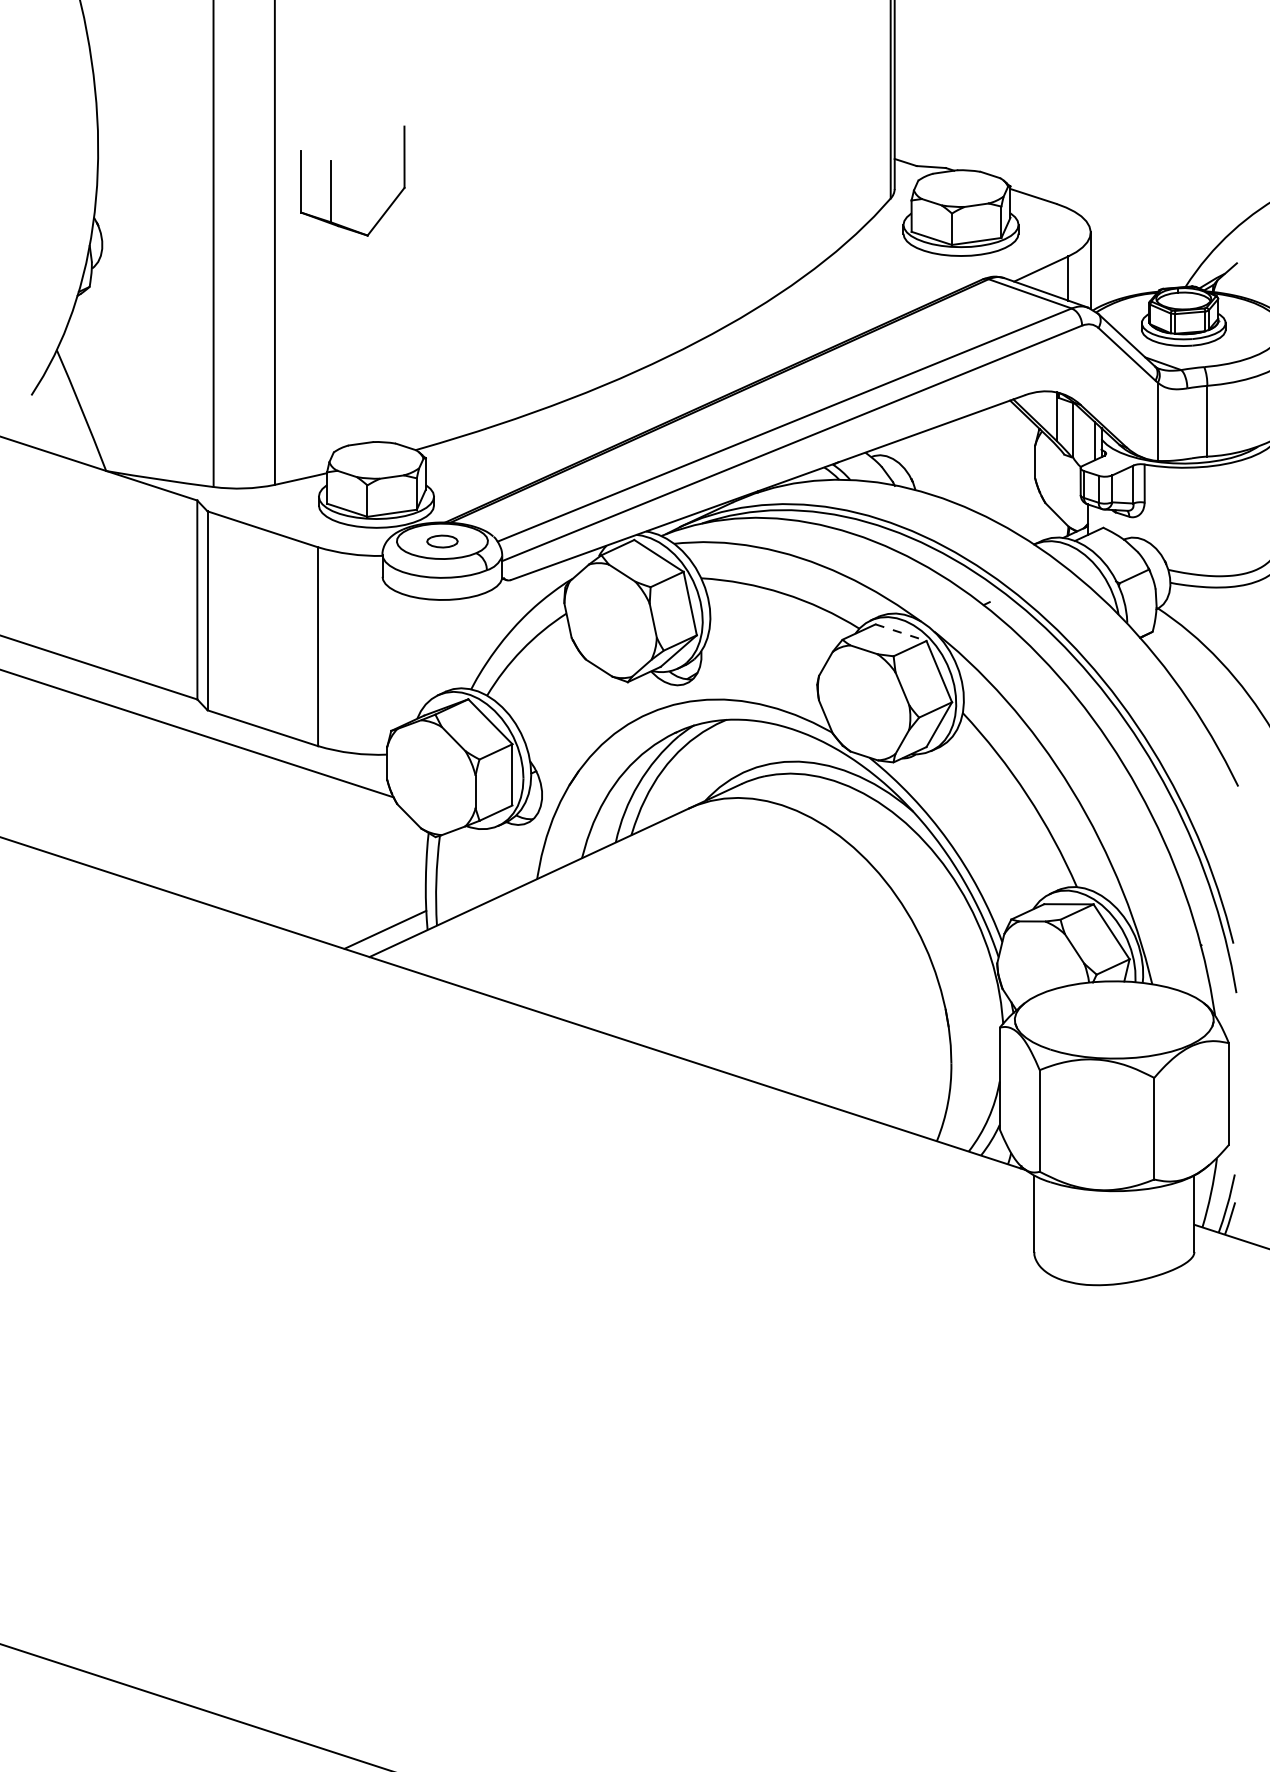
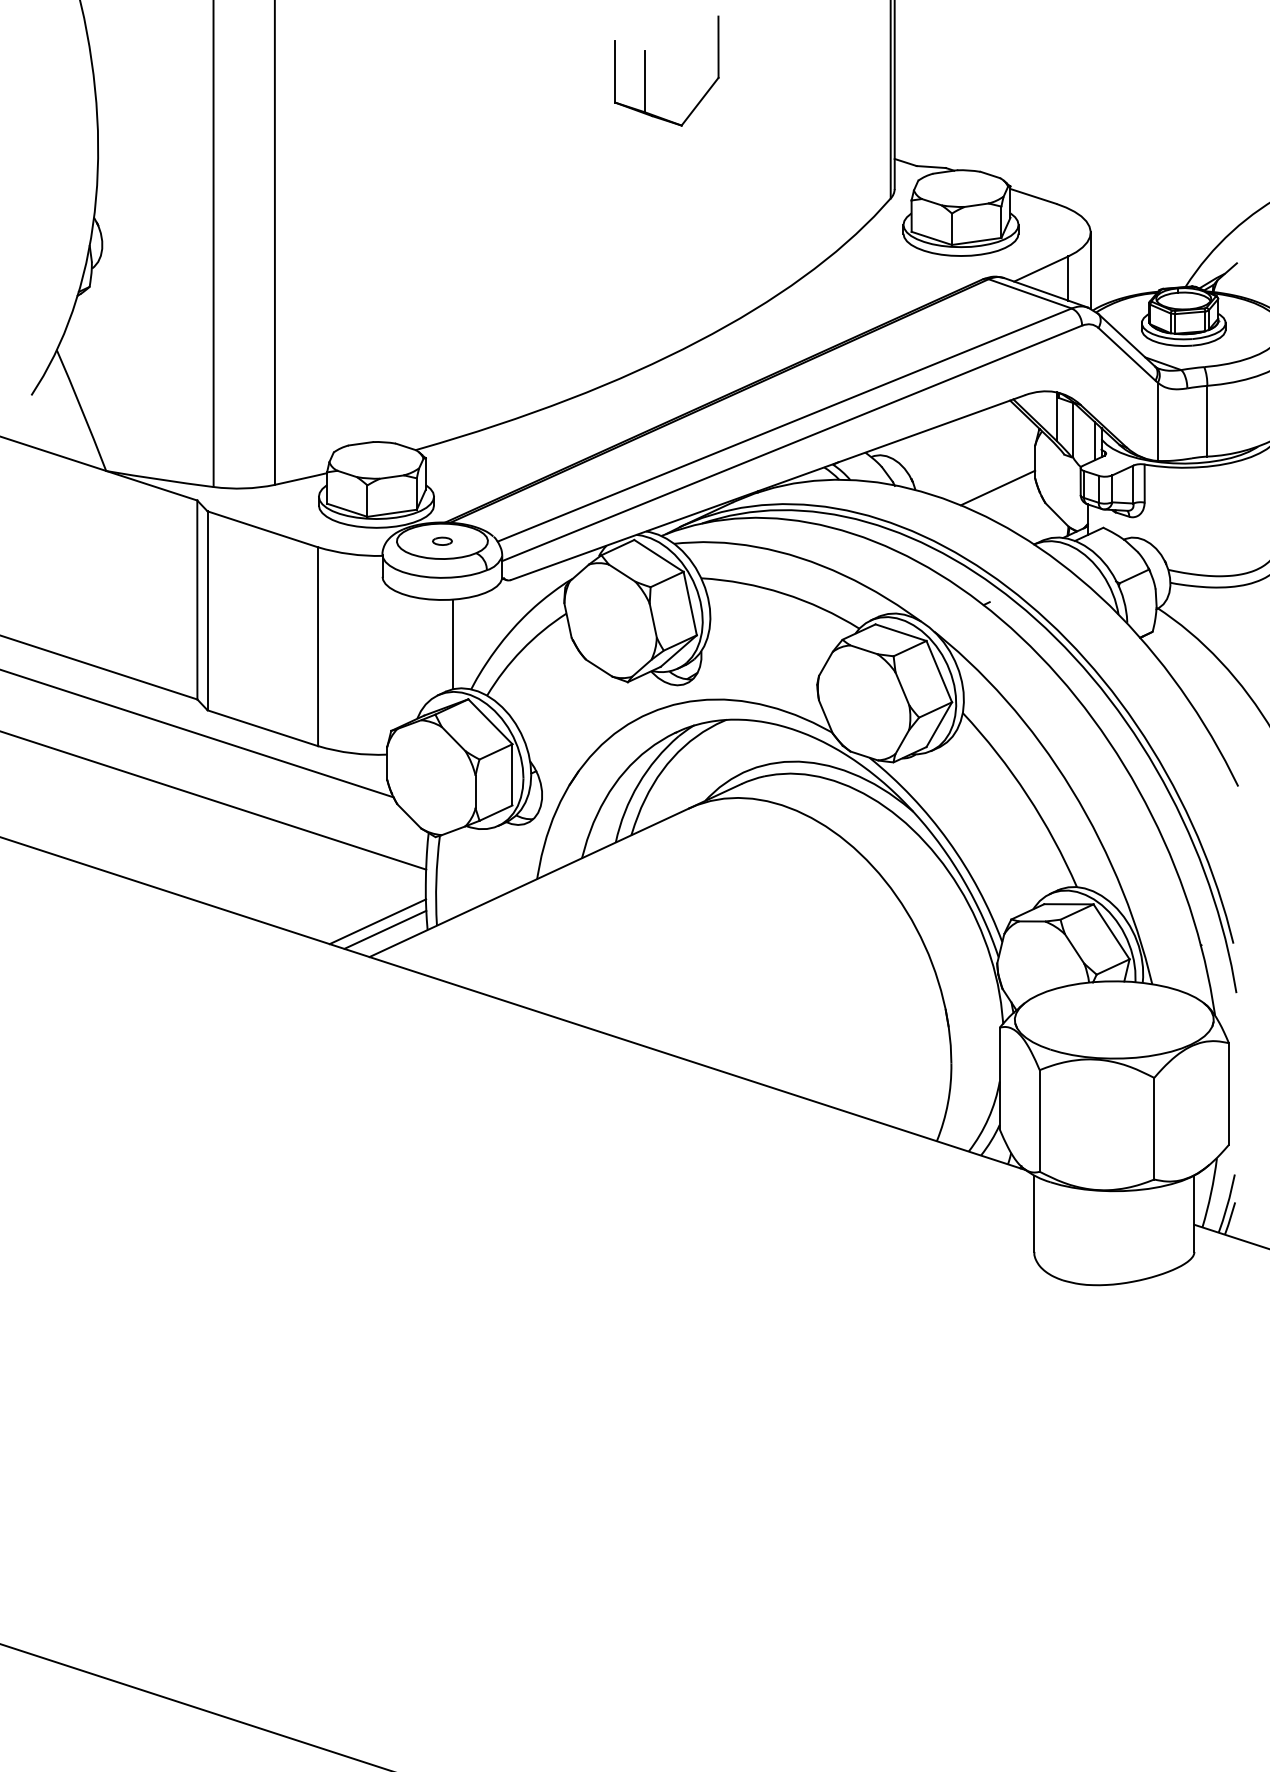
part at (331, 180) position: (331, 180) -> (645, 70)
line at (997, 487): none -> present
part at (442, 541) size: 33x15 px -> 21x10 px
line at (901, 632): dashed -> solid
line at (453, 644): none -> present
line at (214, 800): none -> present
line at (377, 921): none -> present
